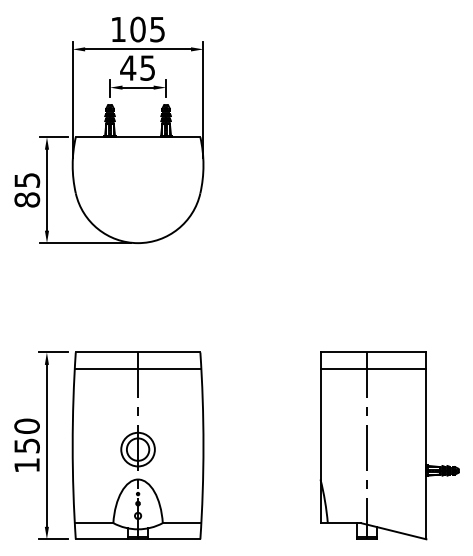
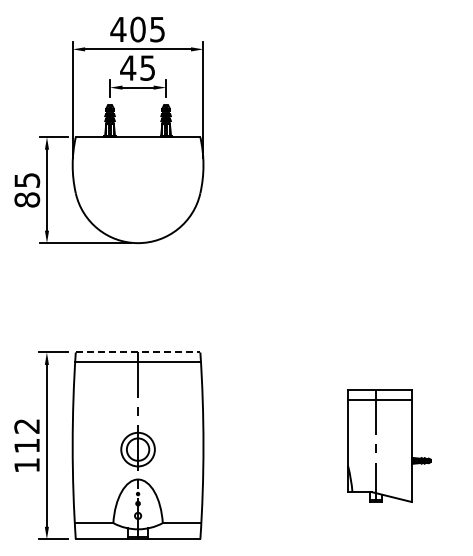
text at (118, 29): 105 -> 405
line at (138, 352): solid -> dashed
line at (137, 368) position: (137, 368) -> (137, 361)
text at (26, 435): 150 -> 112
part at (389, 445) size: 141x190 px -> 85x114 px
